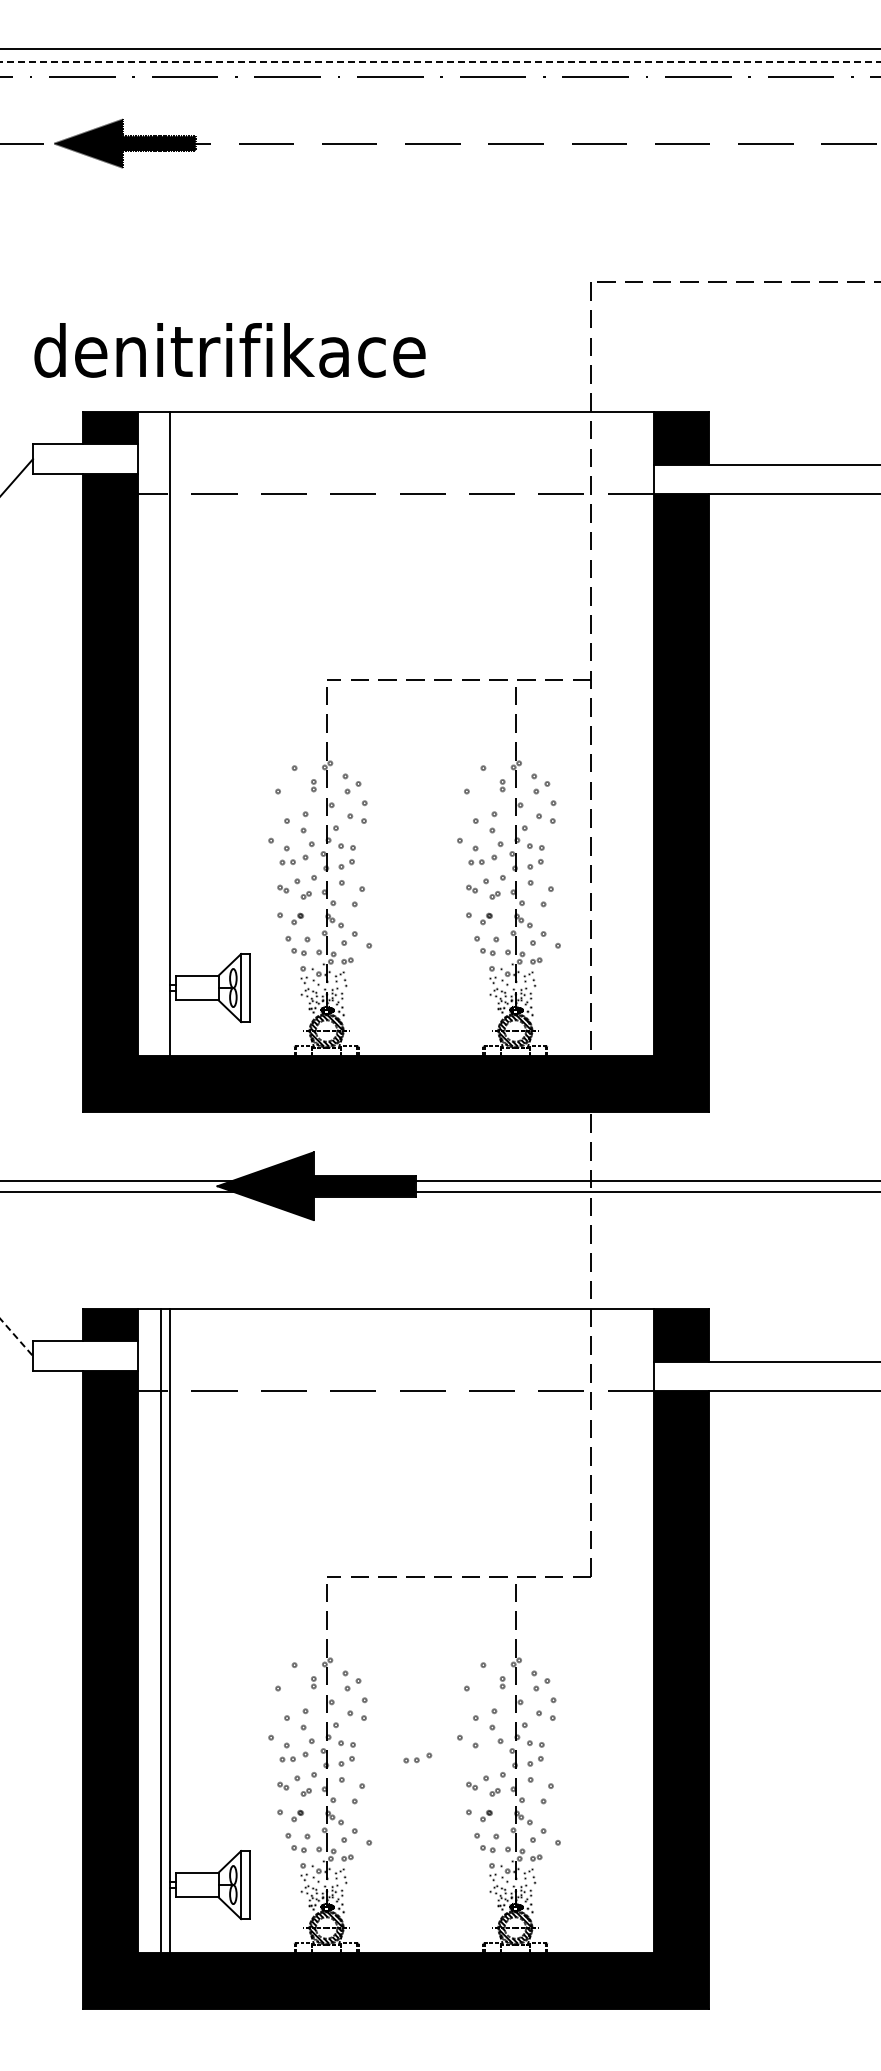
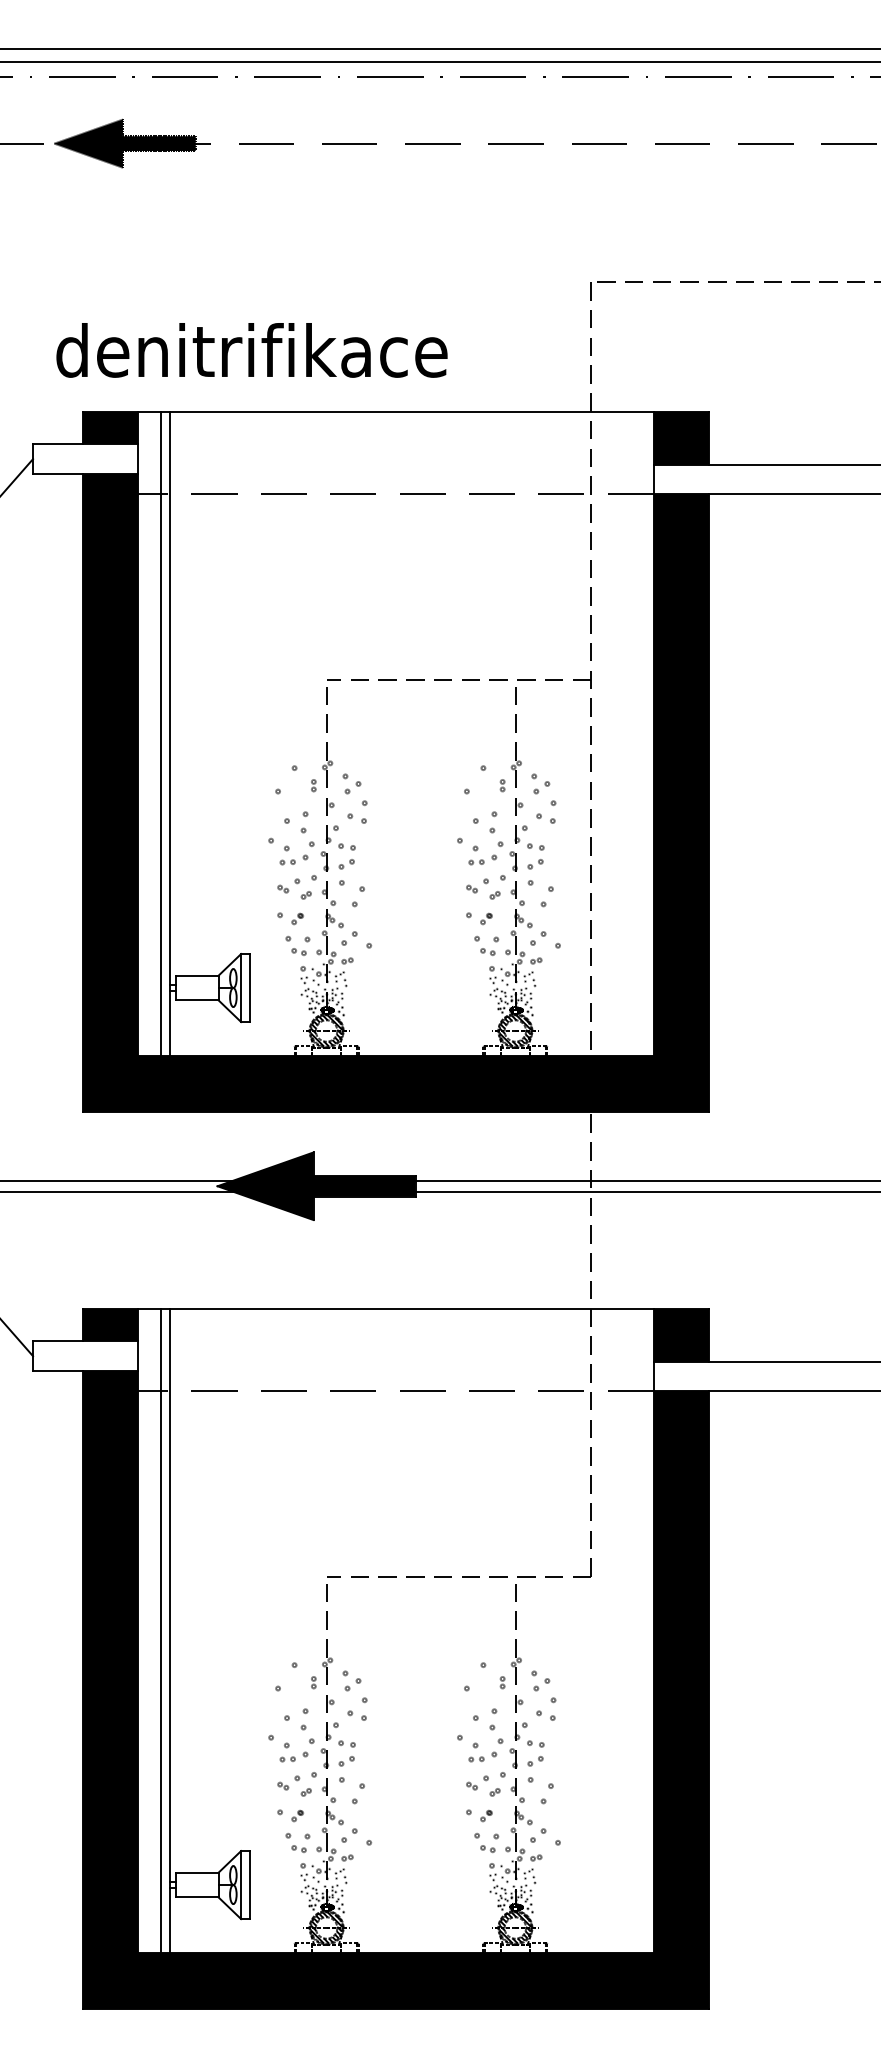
line at (441, 62): dashed -> solid
text at (229, 350) position: (229, 350) -> (251, 350)
line at (161, 734): none -> present
line at (16, 1337): dashed -> solid
part at (417, 1757) position: (417, 1757) -> (482, 1756)
